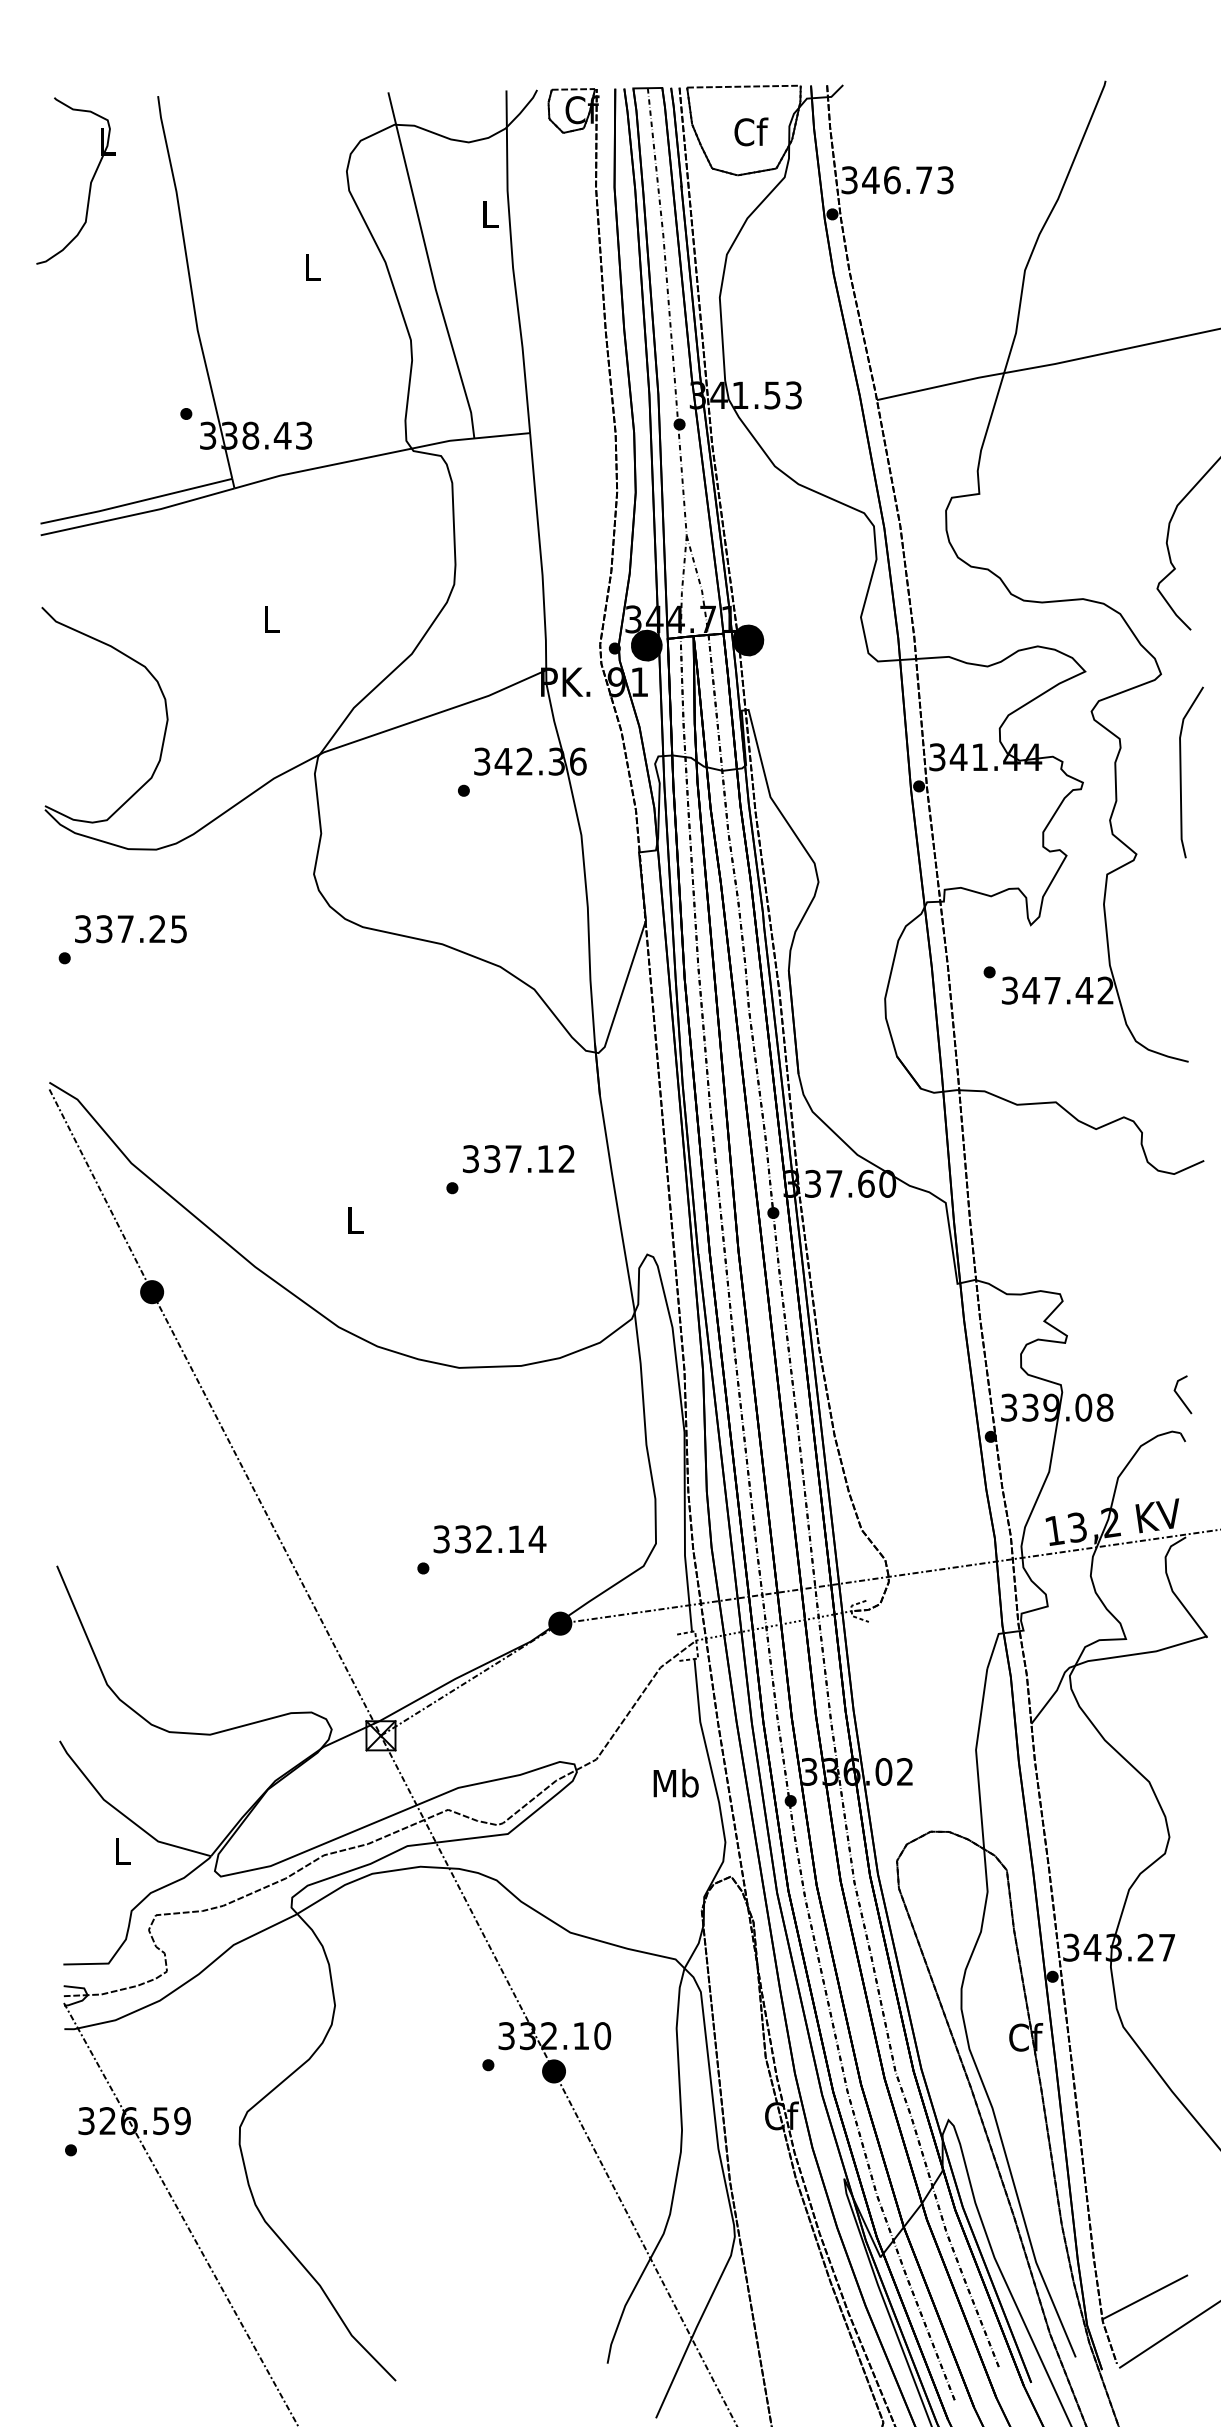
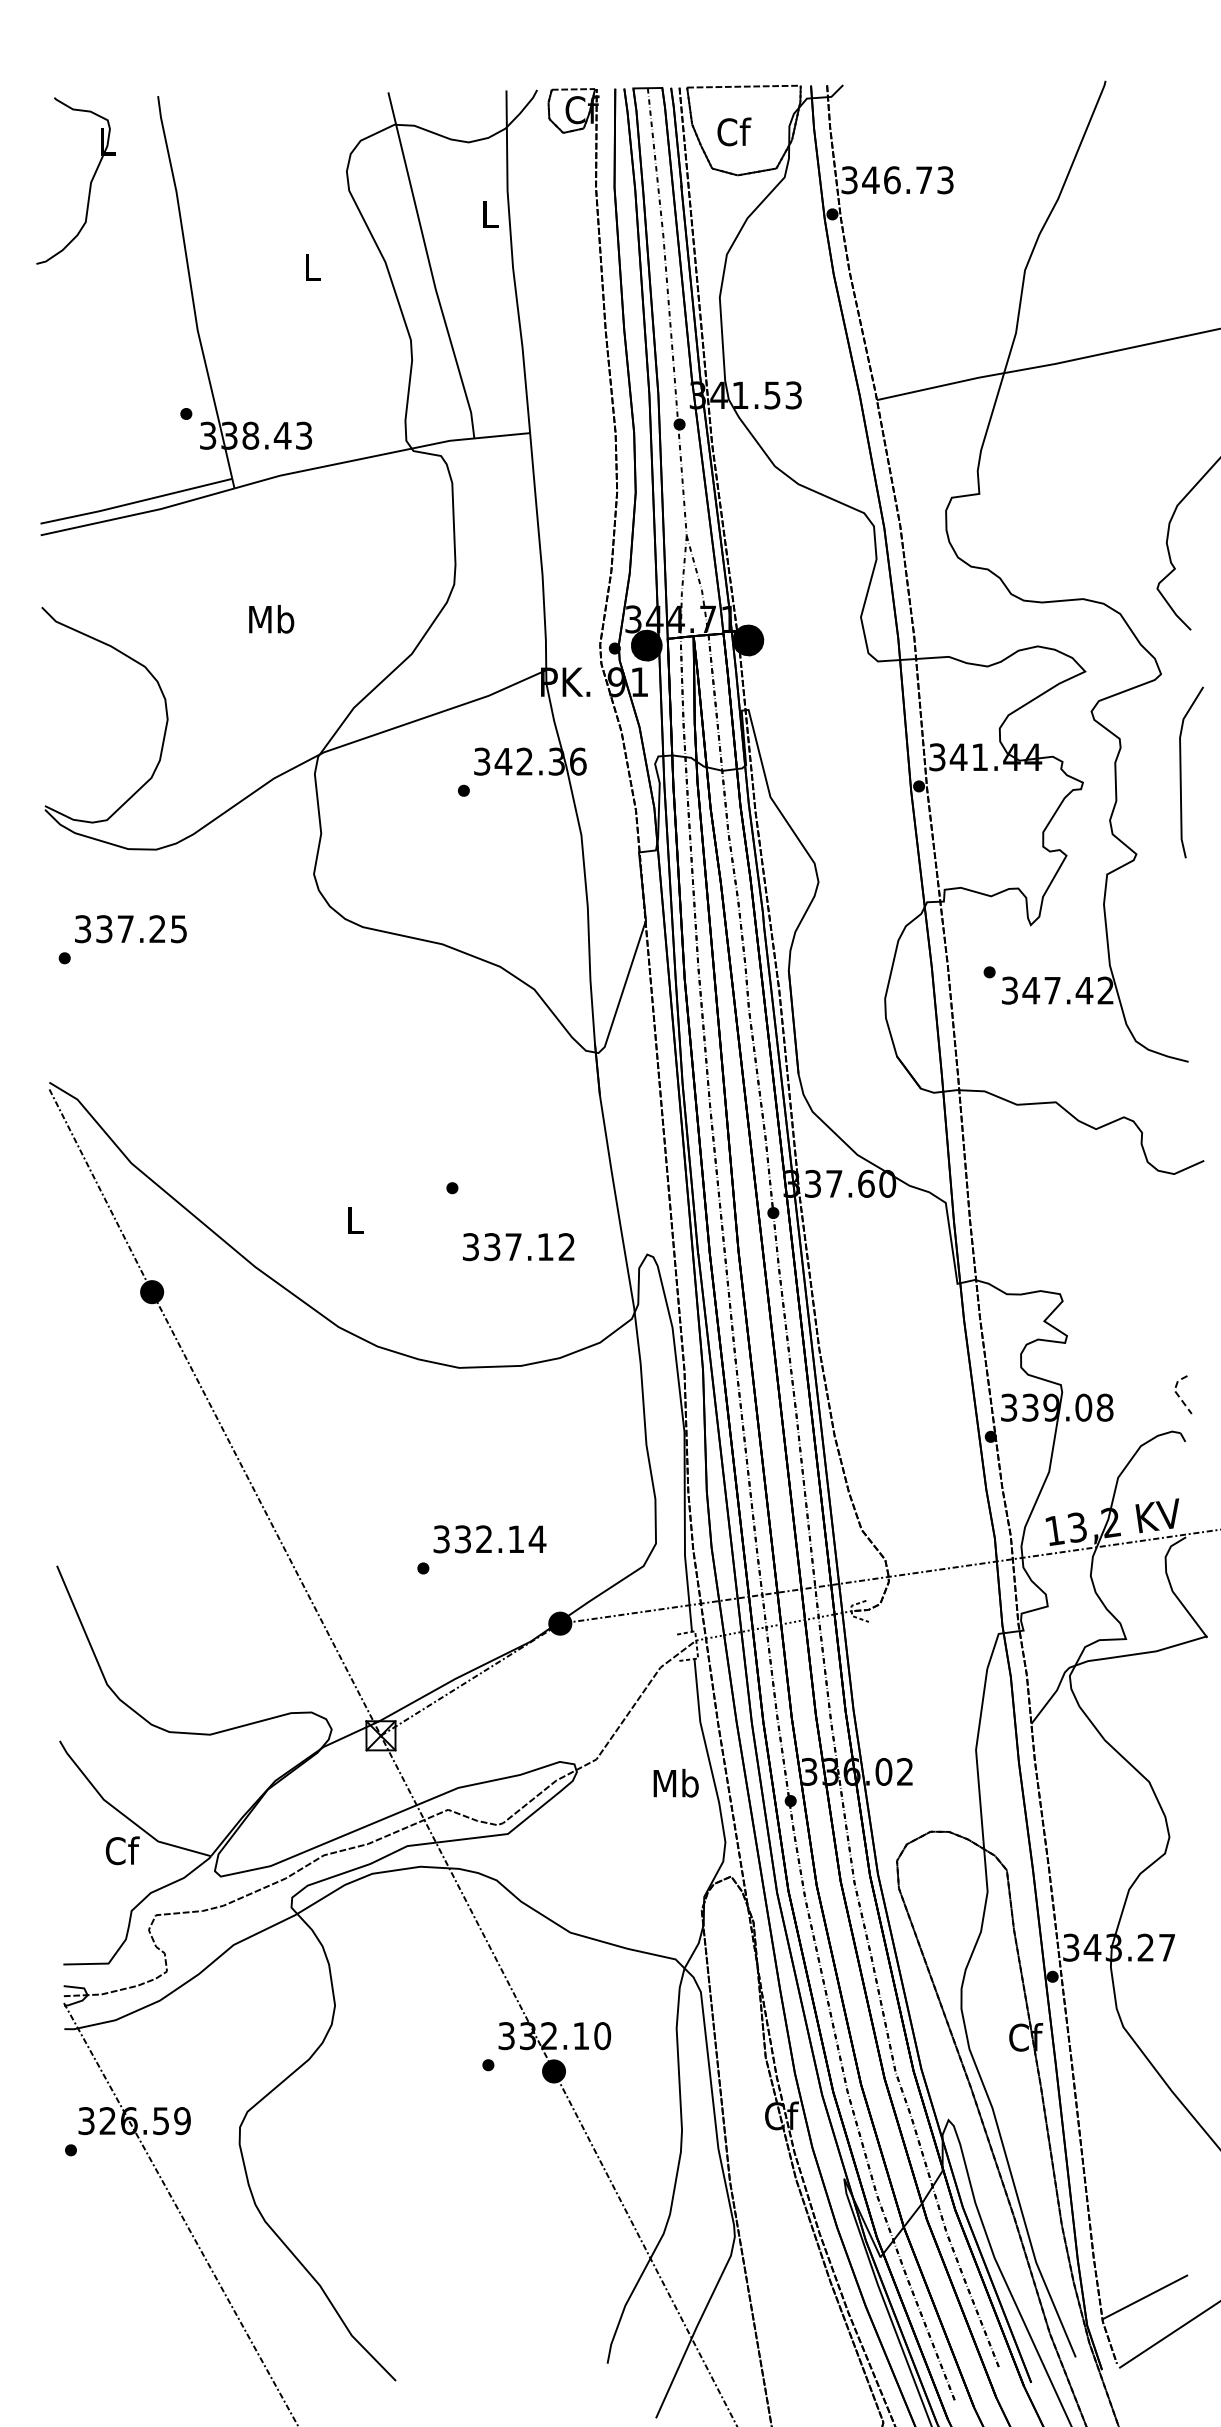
text at (751, 131) position: (751, 131) -> (734, 131)
text at (271, 618): L -> Mb
text at (518, 1159) position: (518, 1159) -> (518, 1247)
line at (1176, 1392): solid -> dashed
text at (122, 1850): L -> Cf
